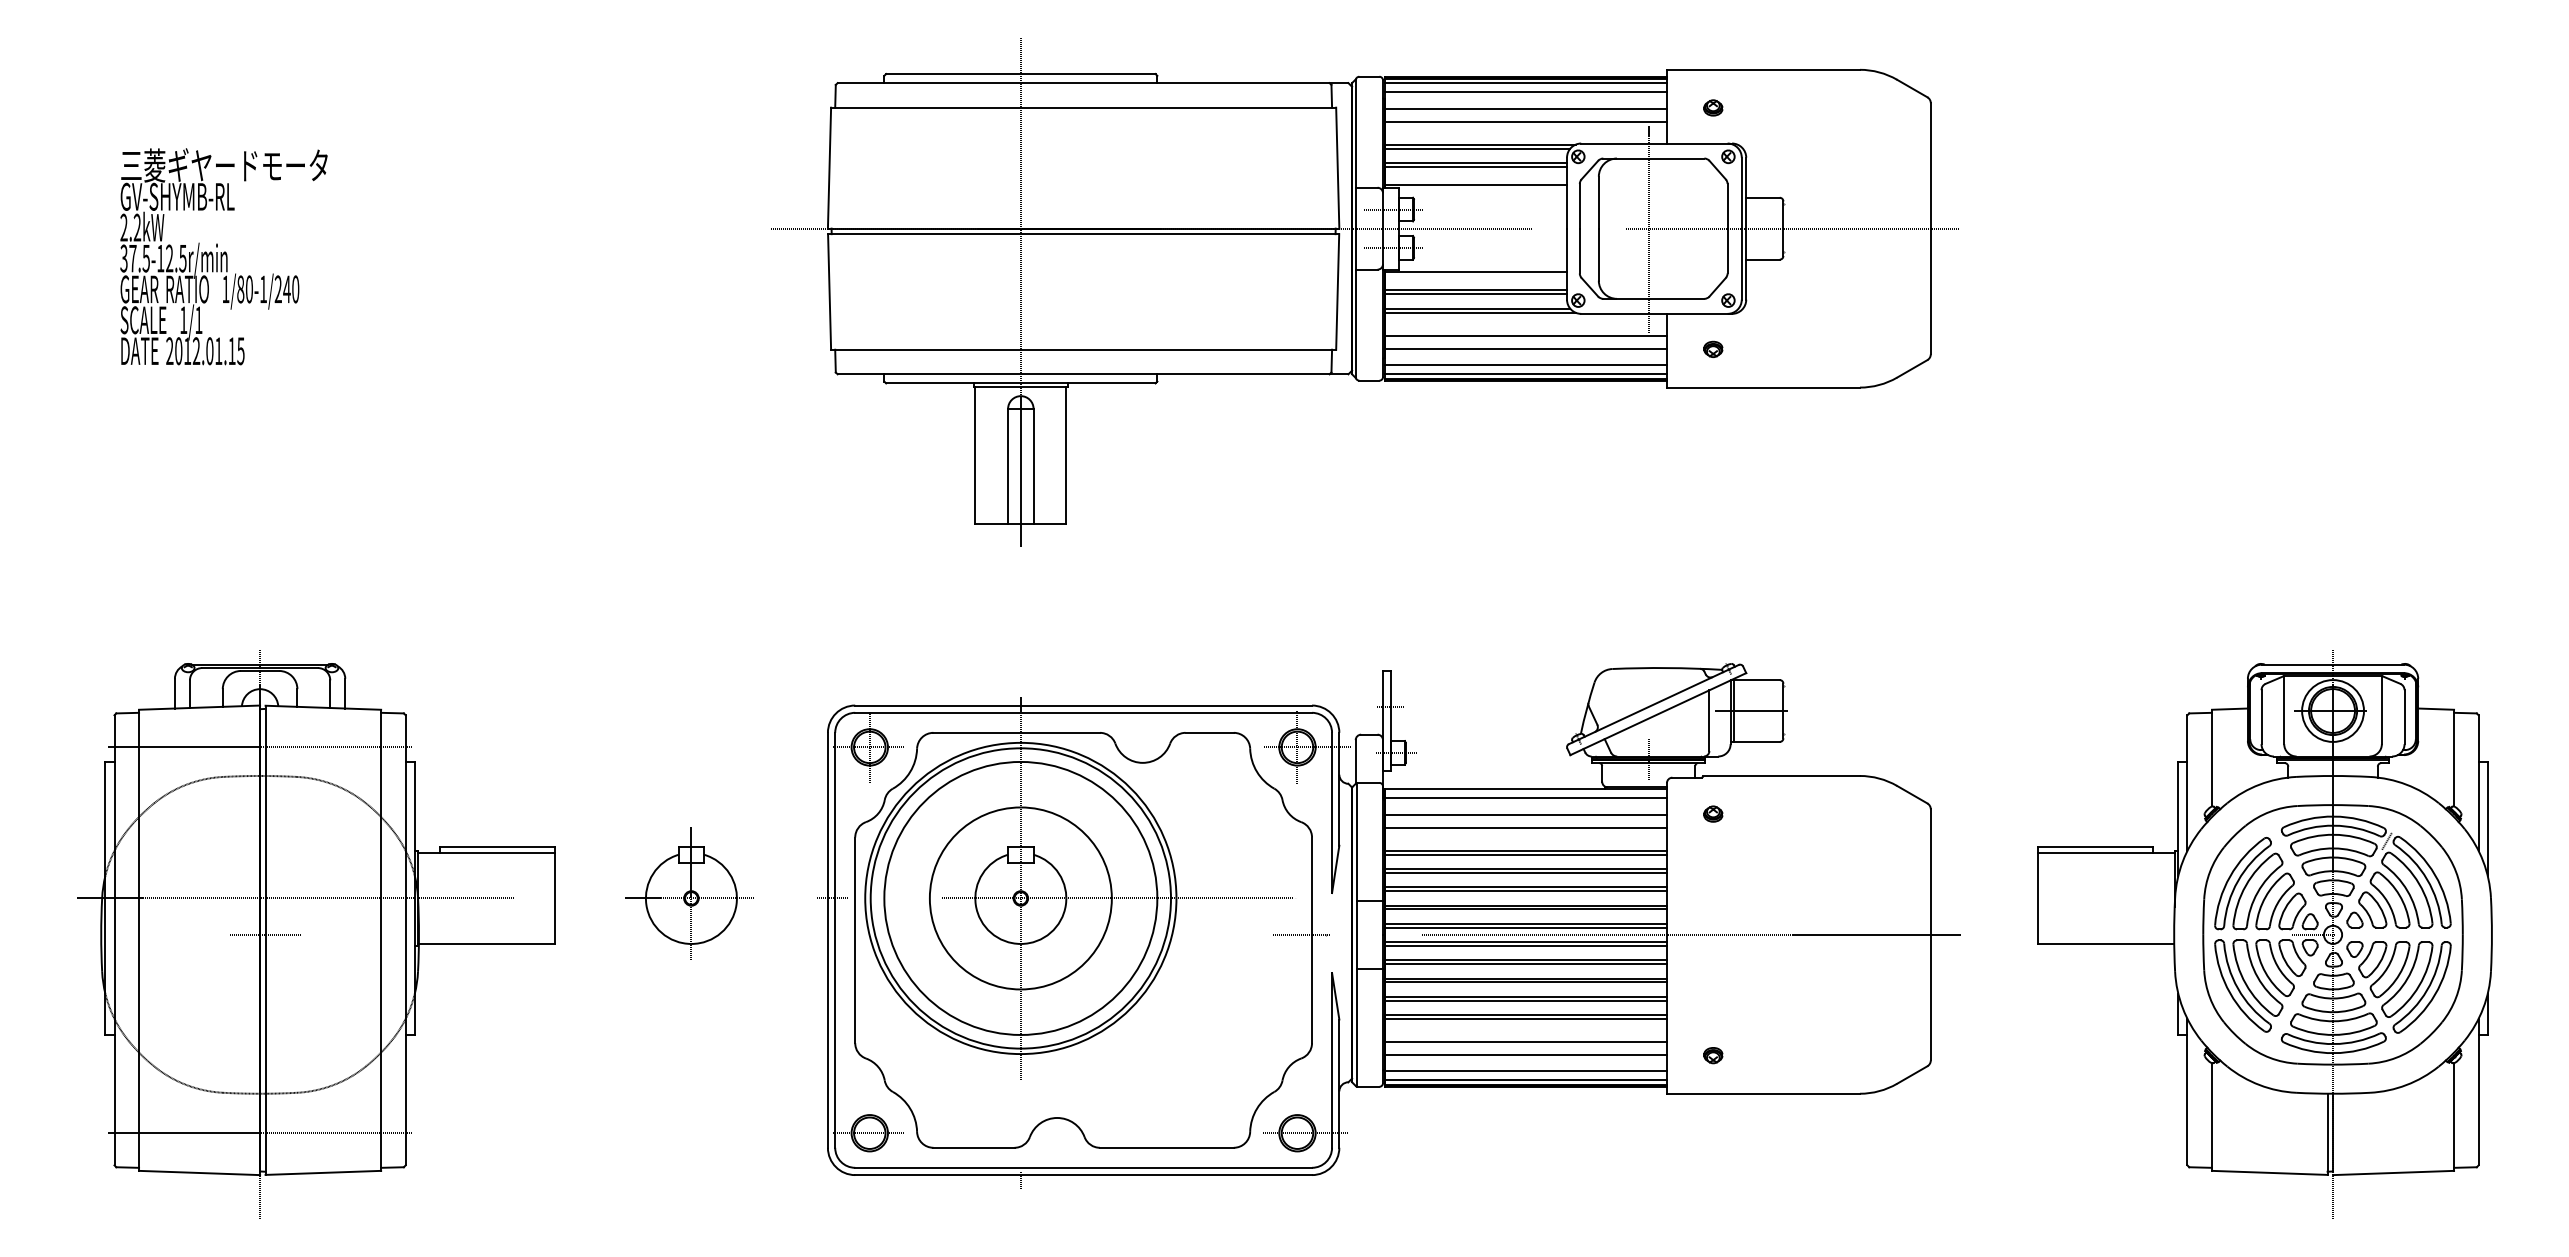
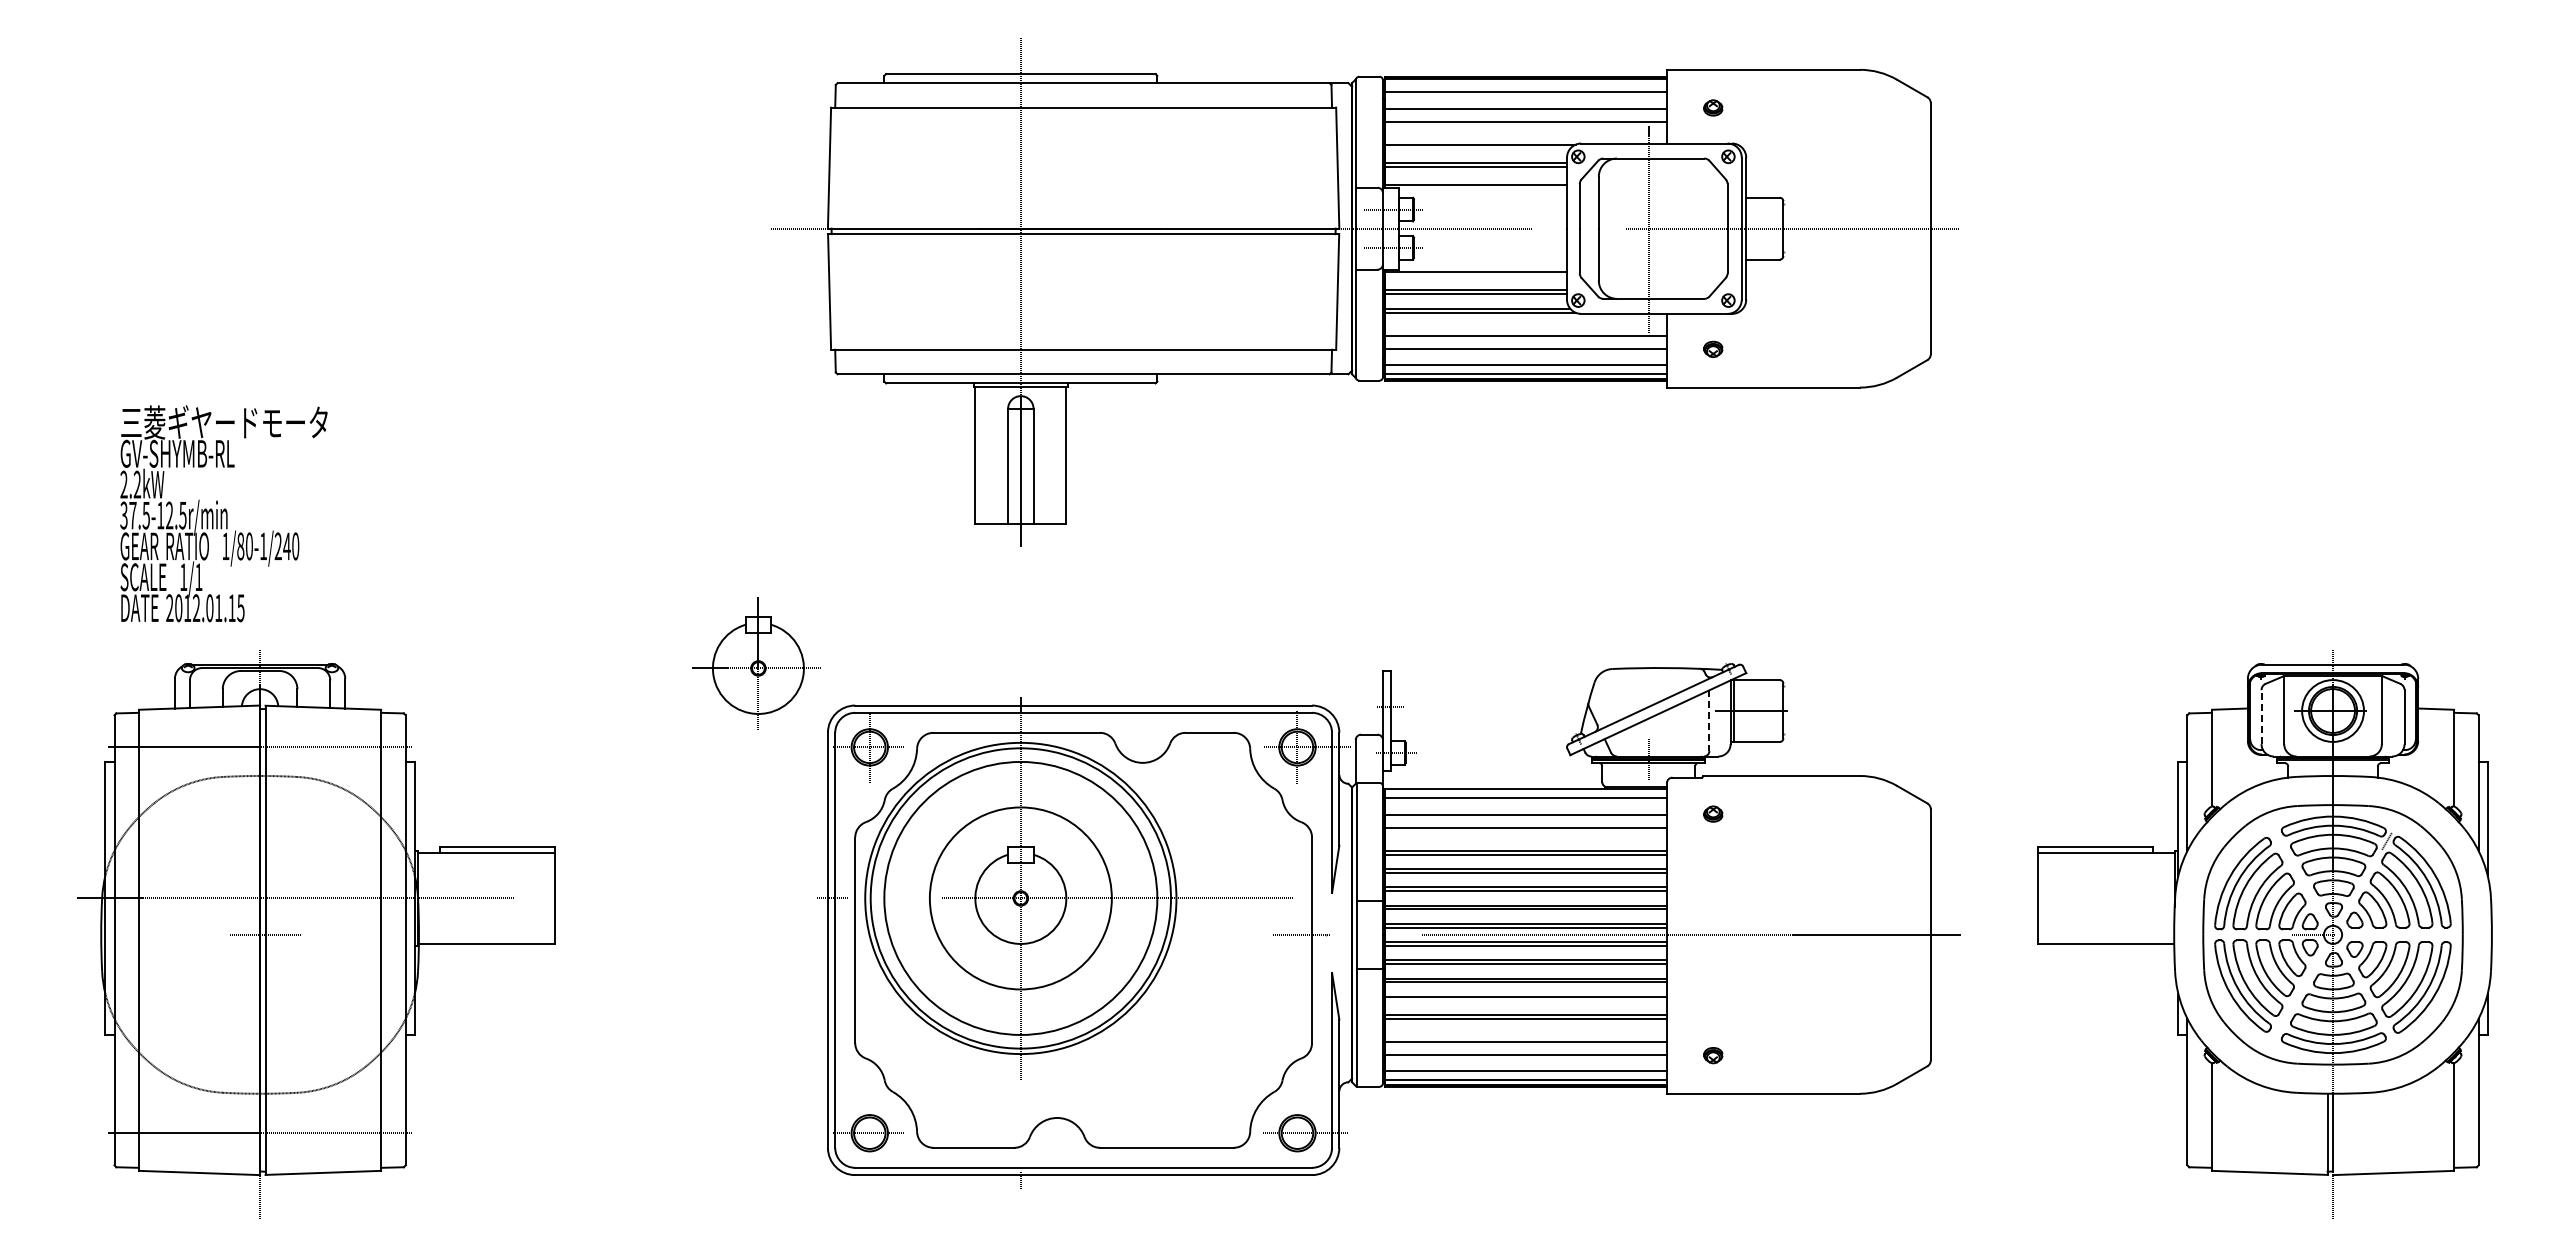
line at (1525, 83): present -> none
line at (1477, 148): present -> none
text at (223, 256) position: (223, 256) -> (223, 513)
line at (2261, 717): solid -> dashed
line at (1709, 721): solid -> dashed
part at (689, 893) position: (689, 893) -> (756, 663)
line at (1525, 1000): present -> none
